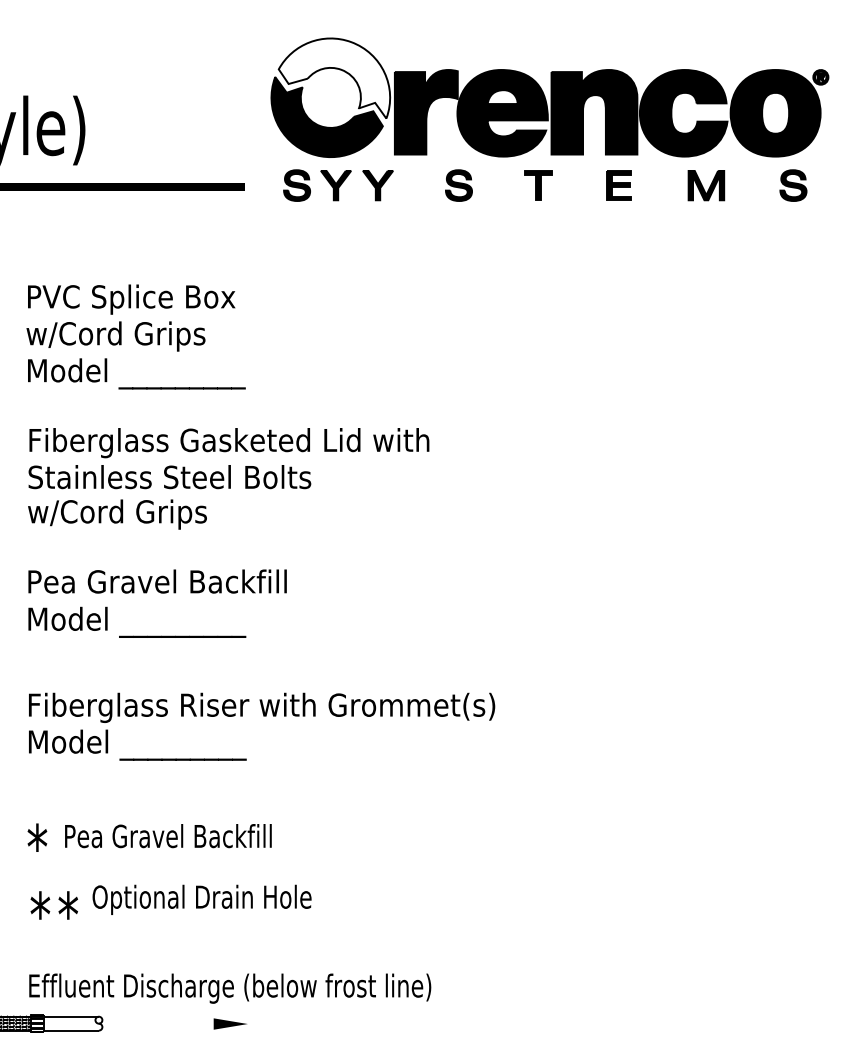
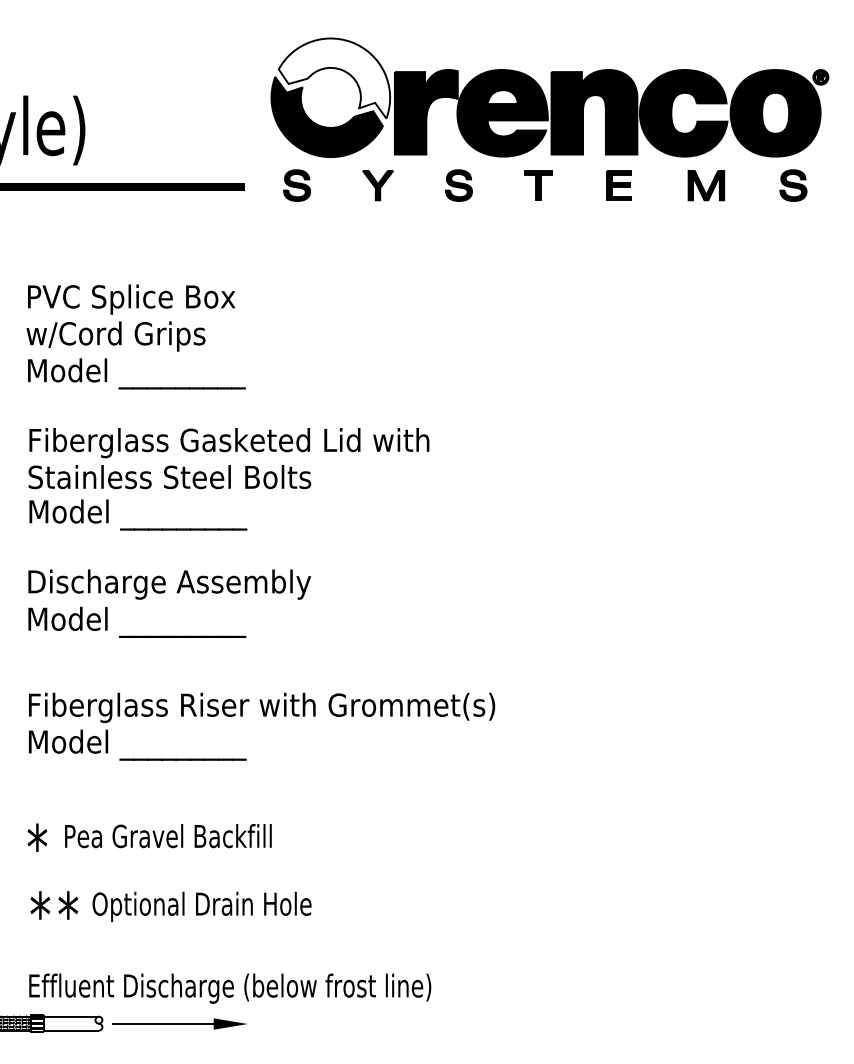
part at (335, 185): present -> none
text at (137, 514): w/Cord Grips -> Model _________
text at (171, 584): Pea Gravel Backfill -> Discharge Assembly
text at (201, 899) position: (201, 899) -> (201, 906)
line at (162, 1024): none -> present
